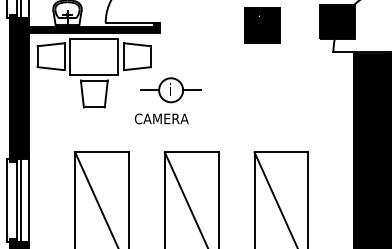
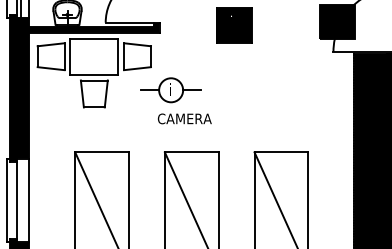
part at (262, 25) position: (262, 25) -> (234, 25)
text at (161, 118) position: (161, 118) -> (184, 118)
line at (21, 200): present -> none
